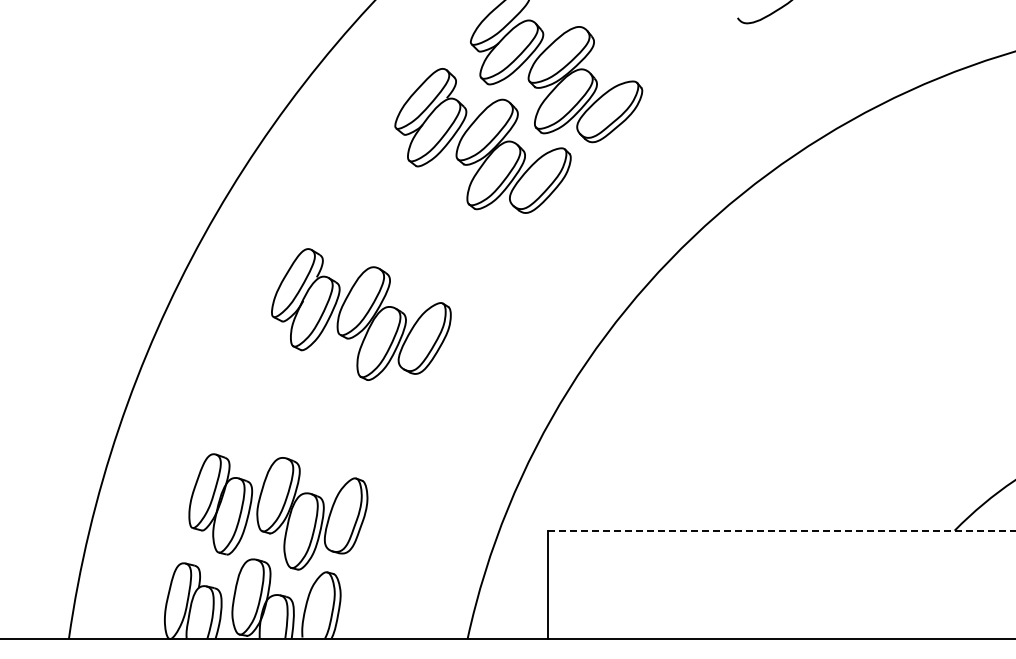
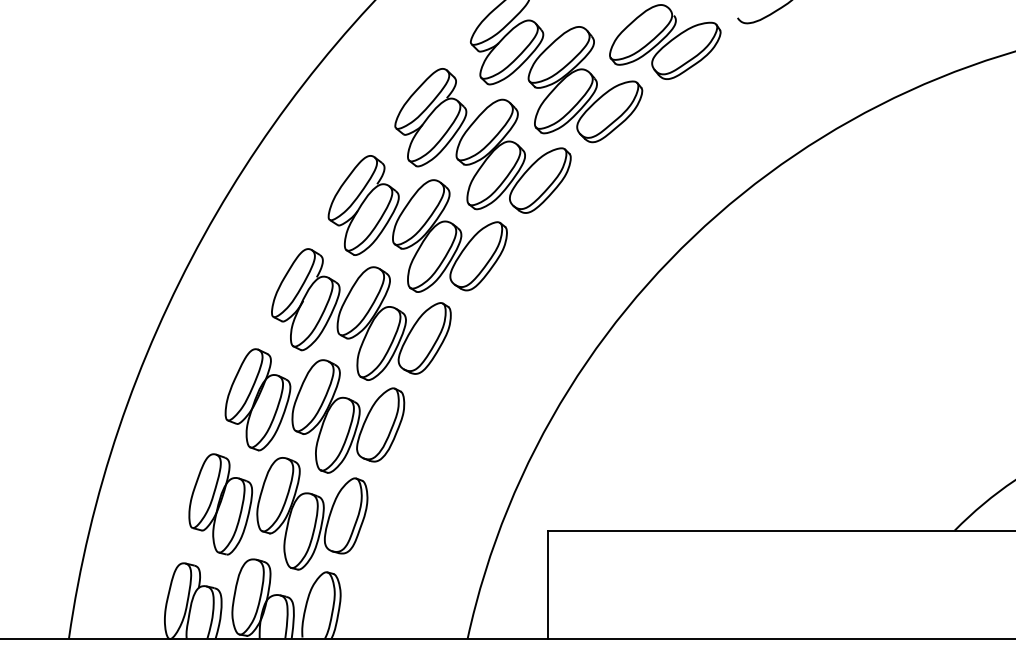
part at (665, 41): none -> present
part at (417, 223): none -> present
part at (314, 410): none -> present
line at (781, 530): dashed -> solid
